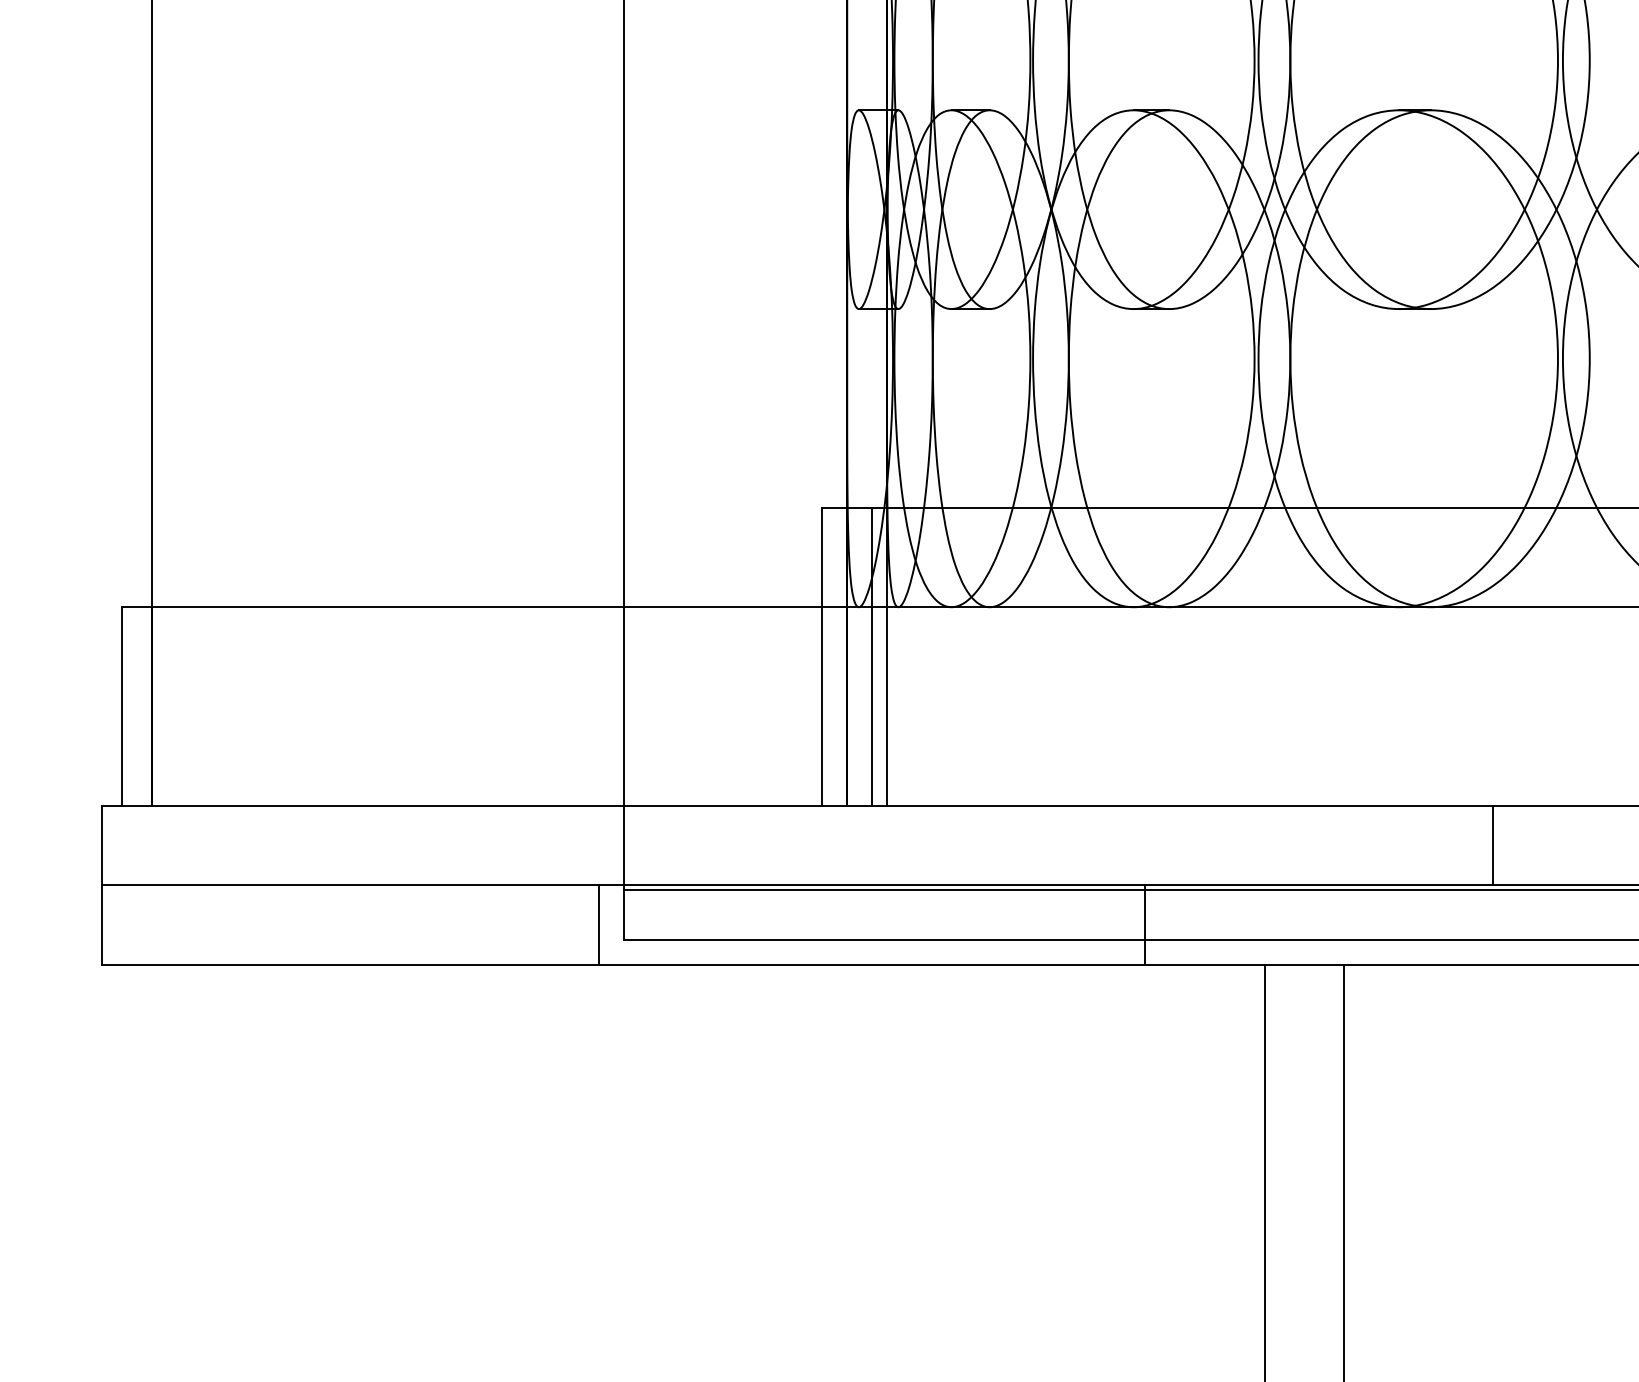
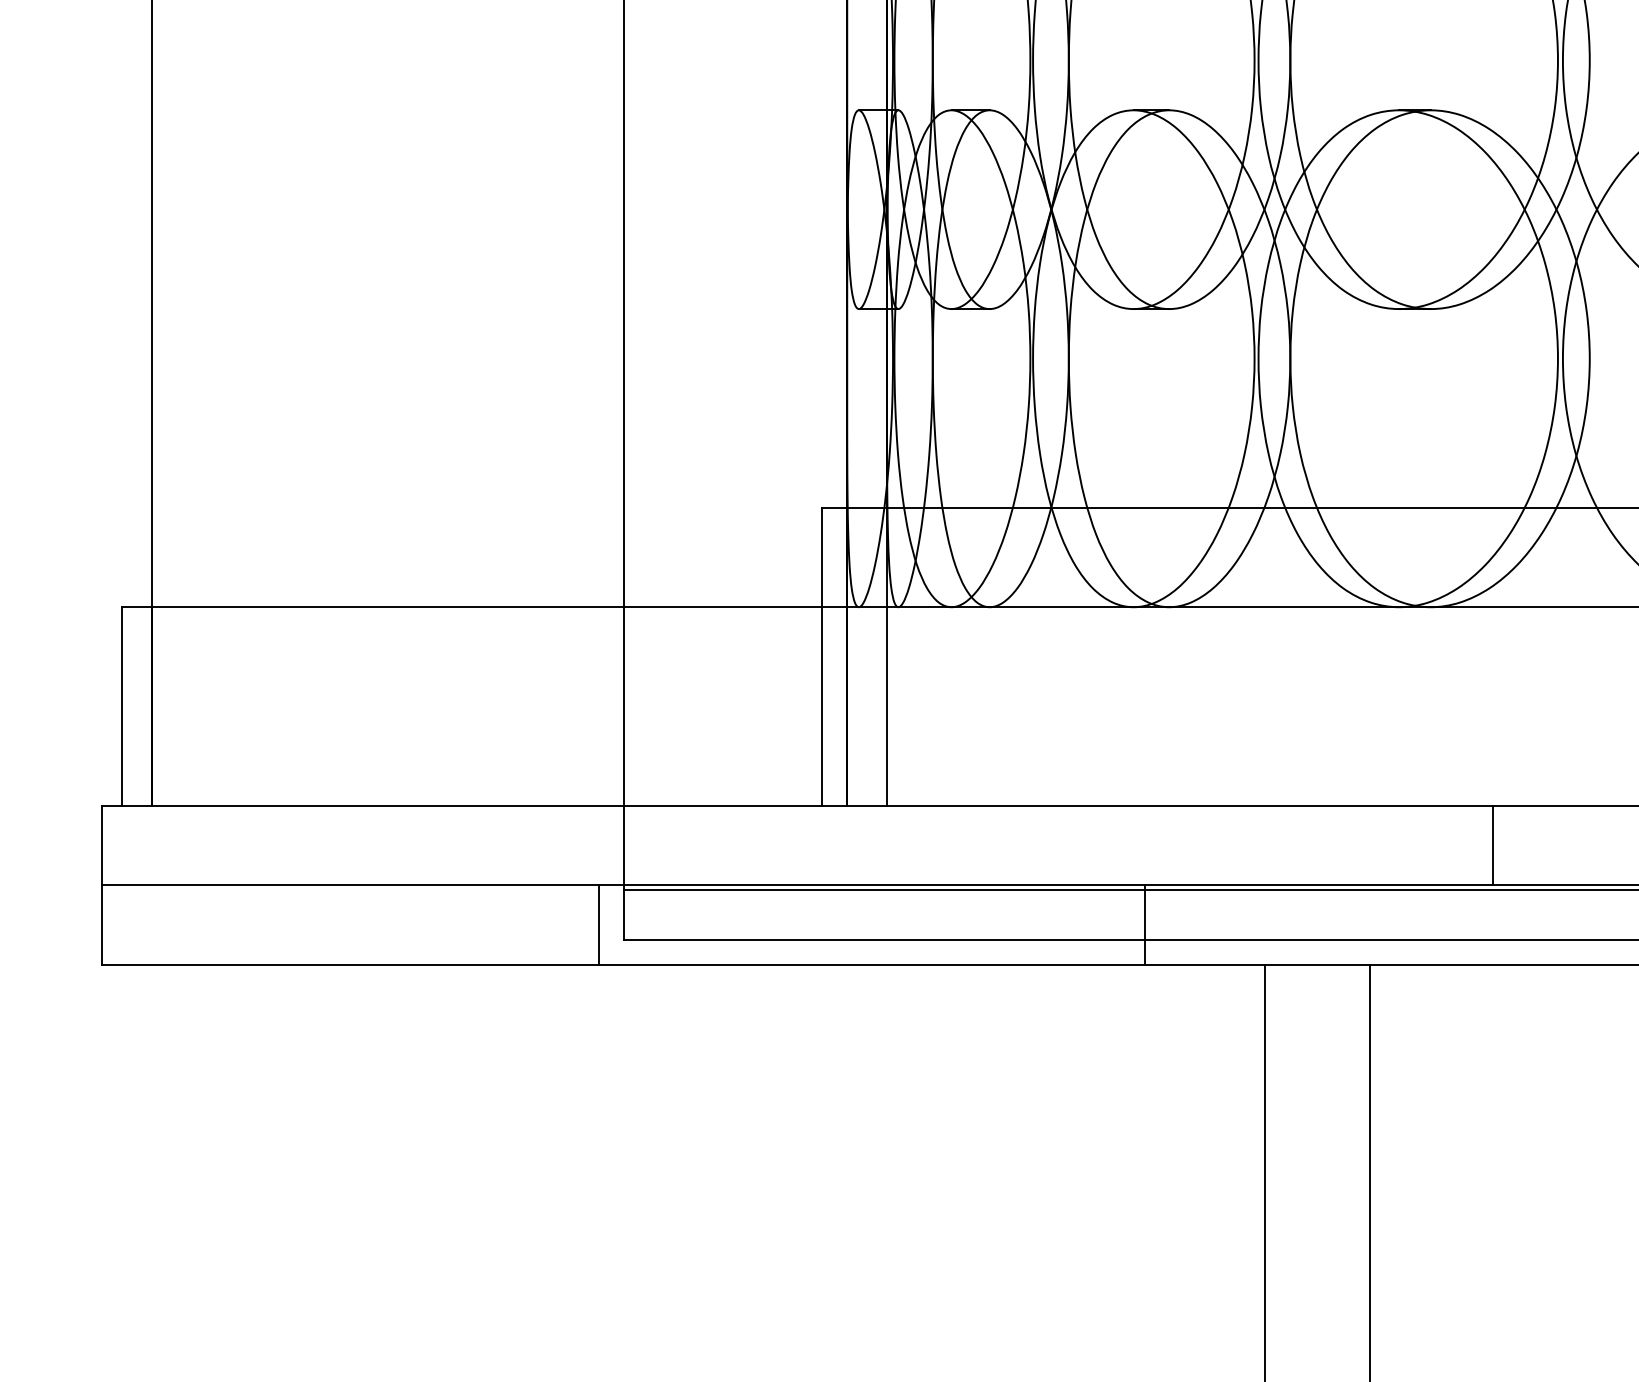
line at (872, 656): present -> none
line at (1344, 1171) position: (1344, 1171) -> (1370, 1171)
